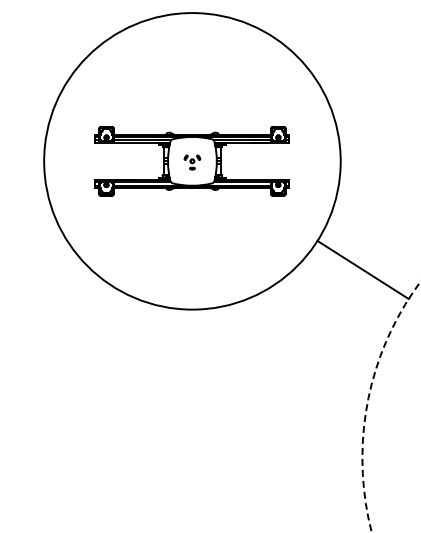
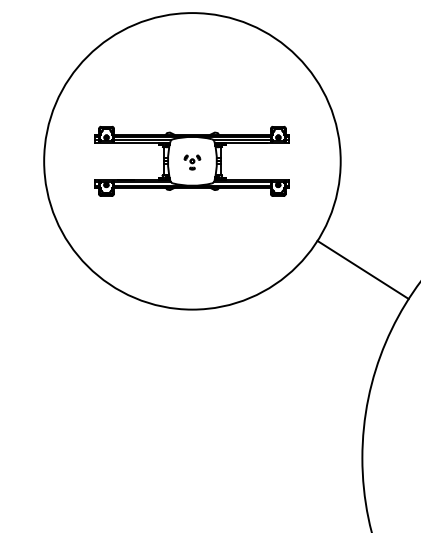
circle at (391, 406): dashed -> solid
